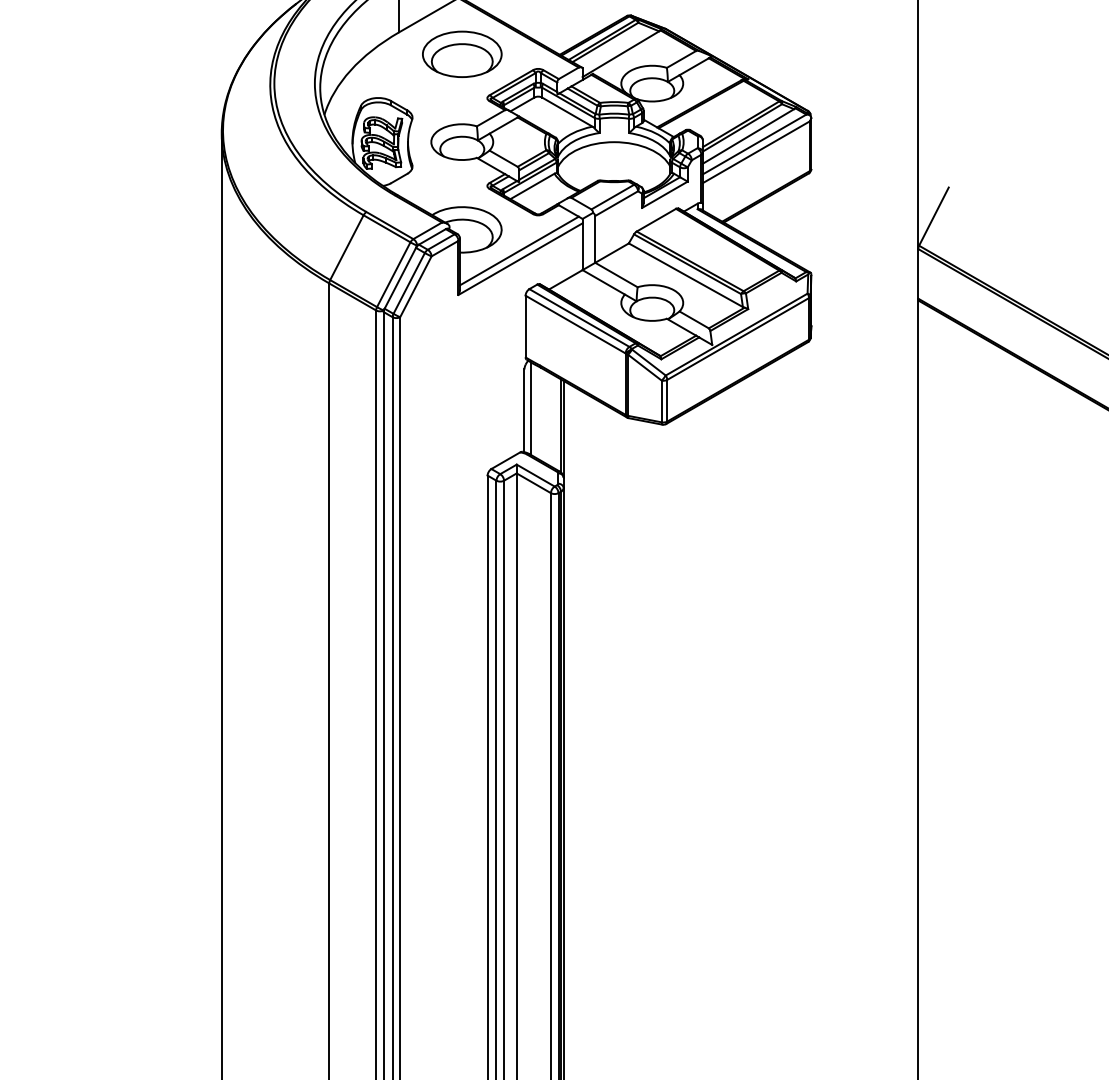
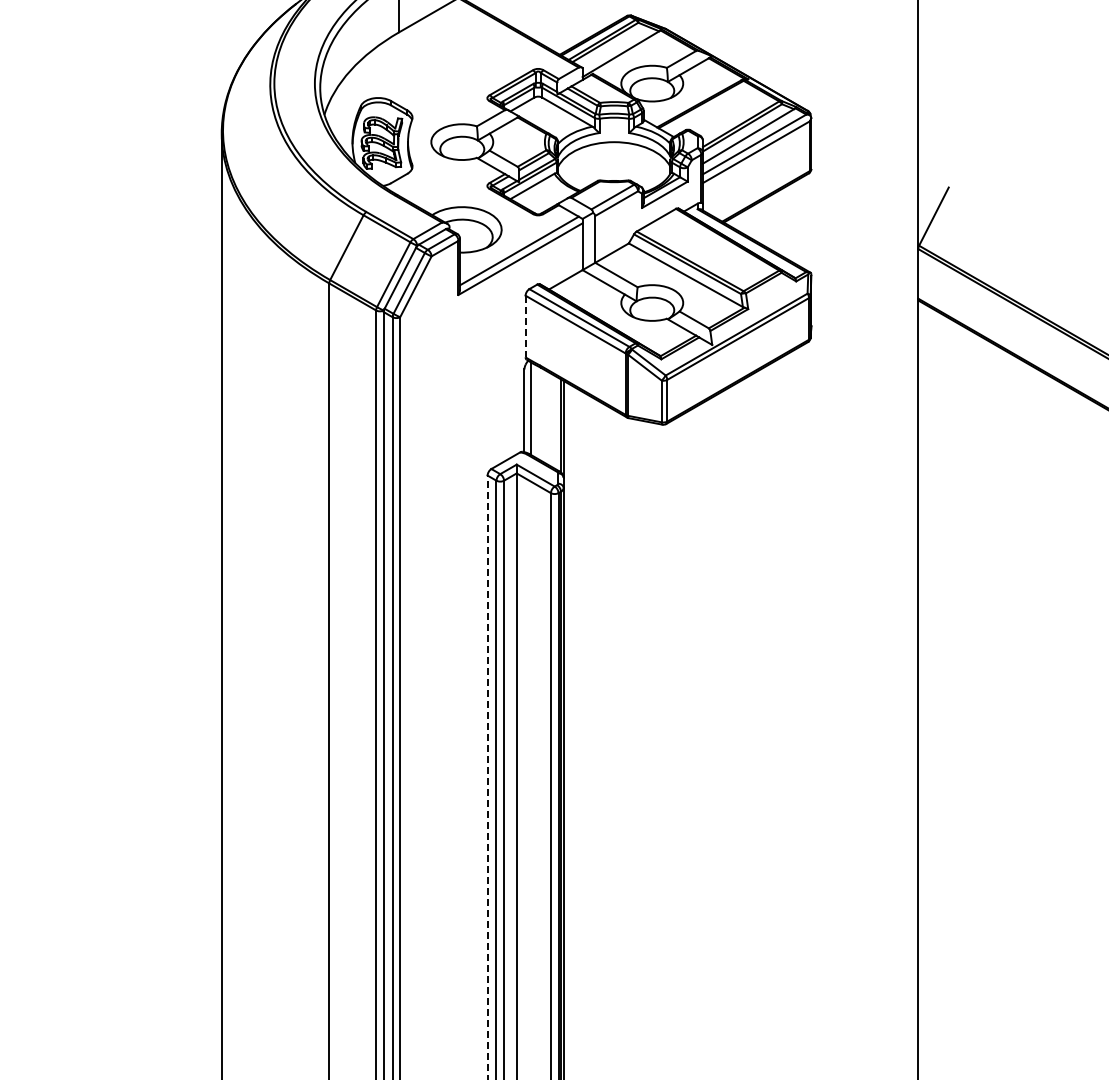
part at (462, 53): present -> none
line at (525, 326): solid -> dashed
line at (487, 777): solid -> dashed
